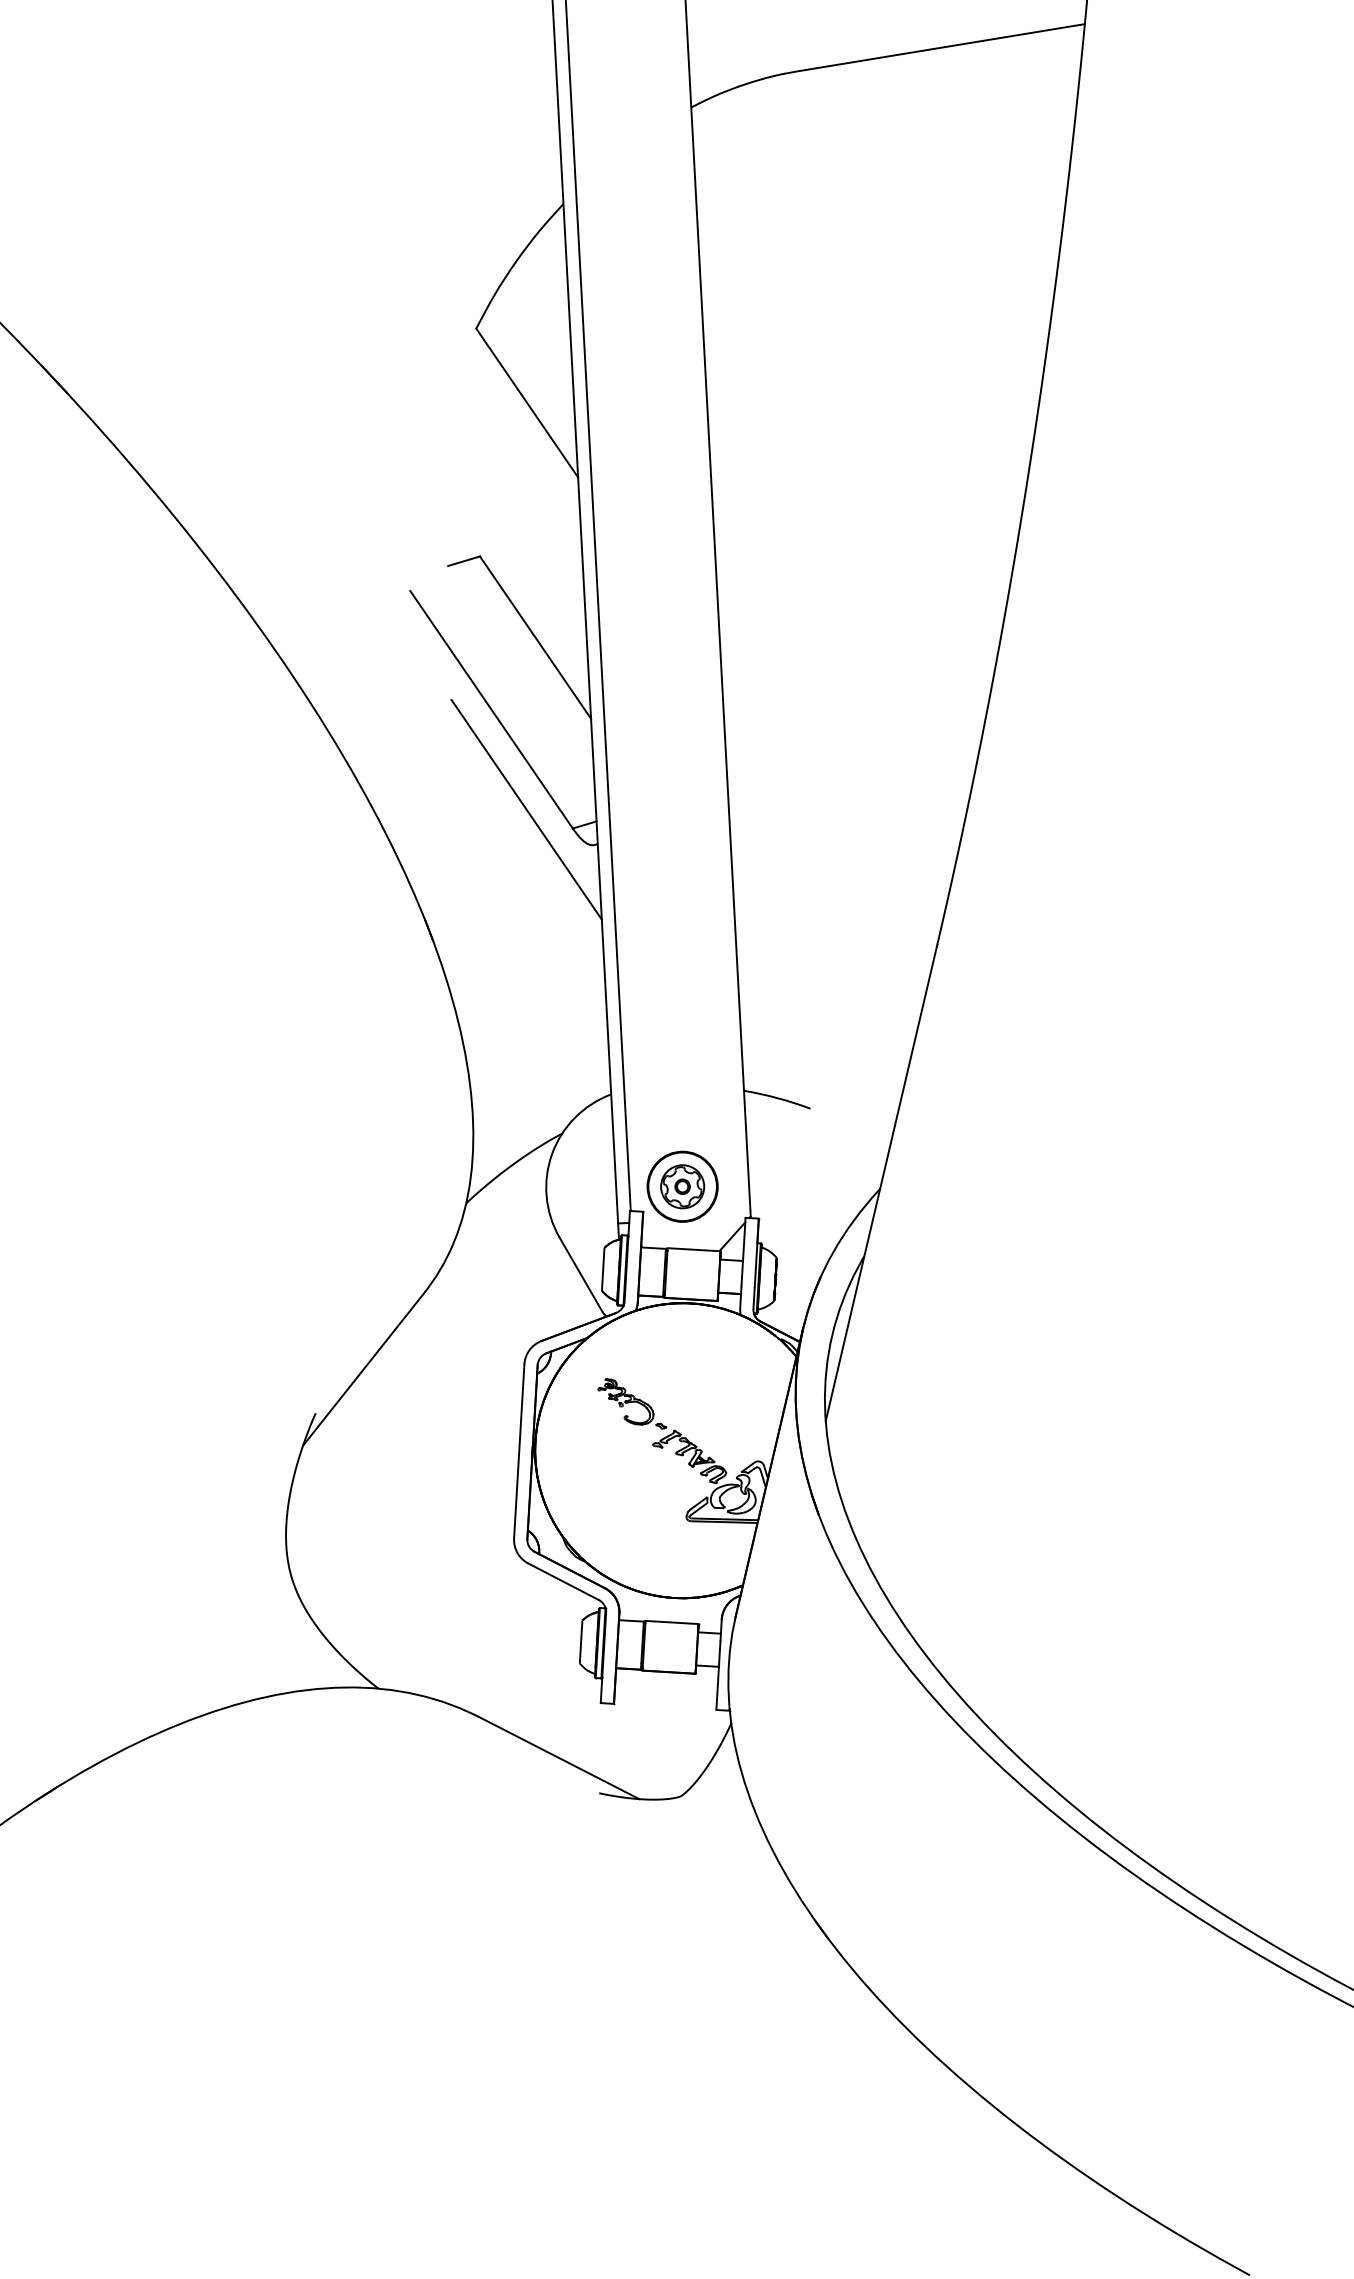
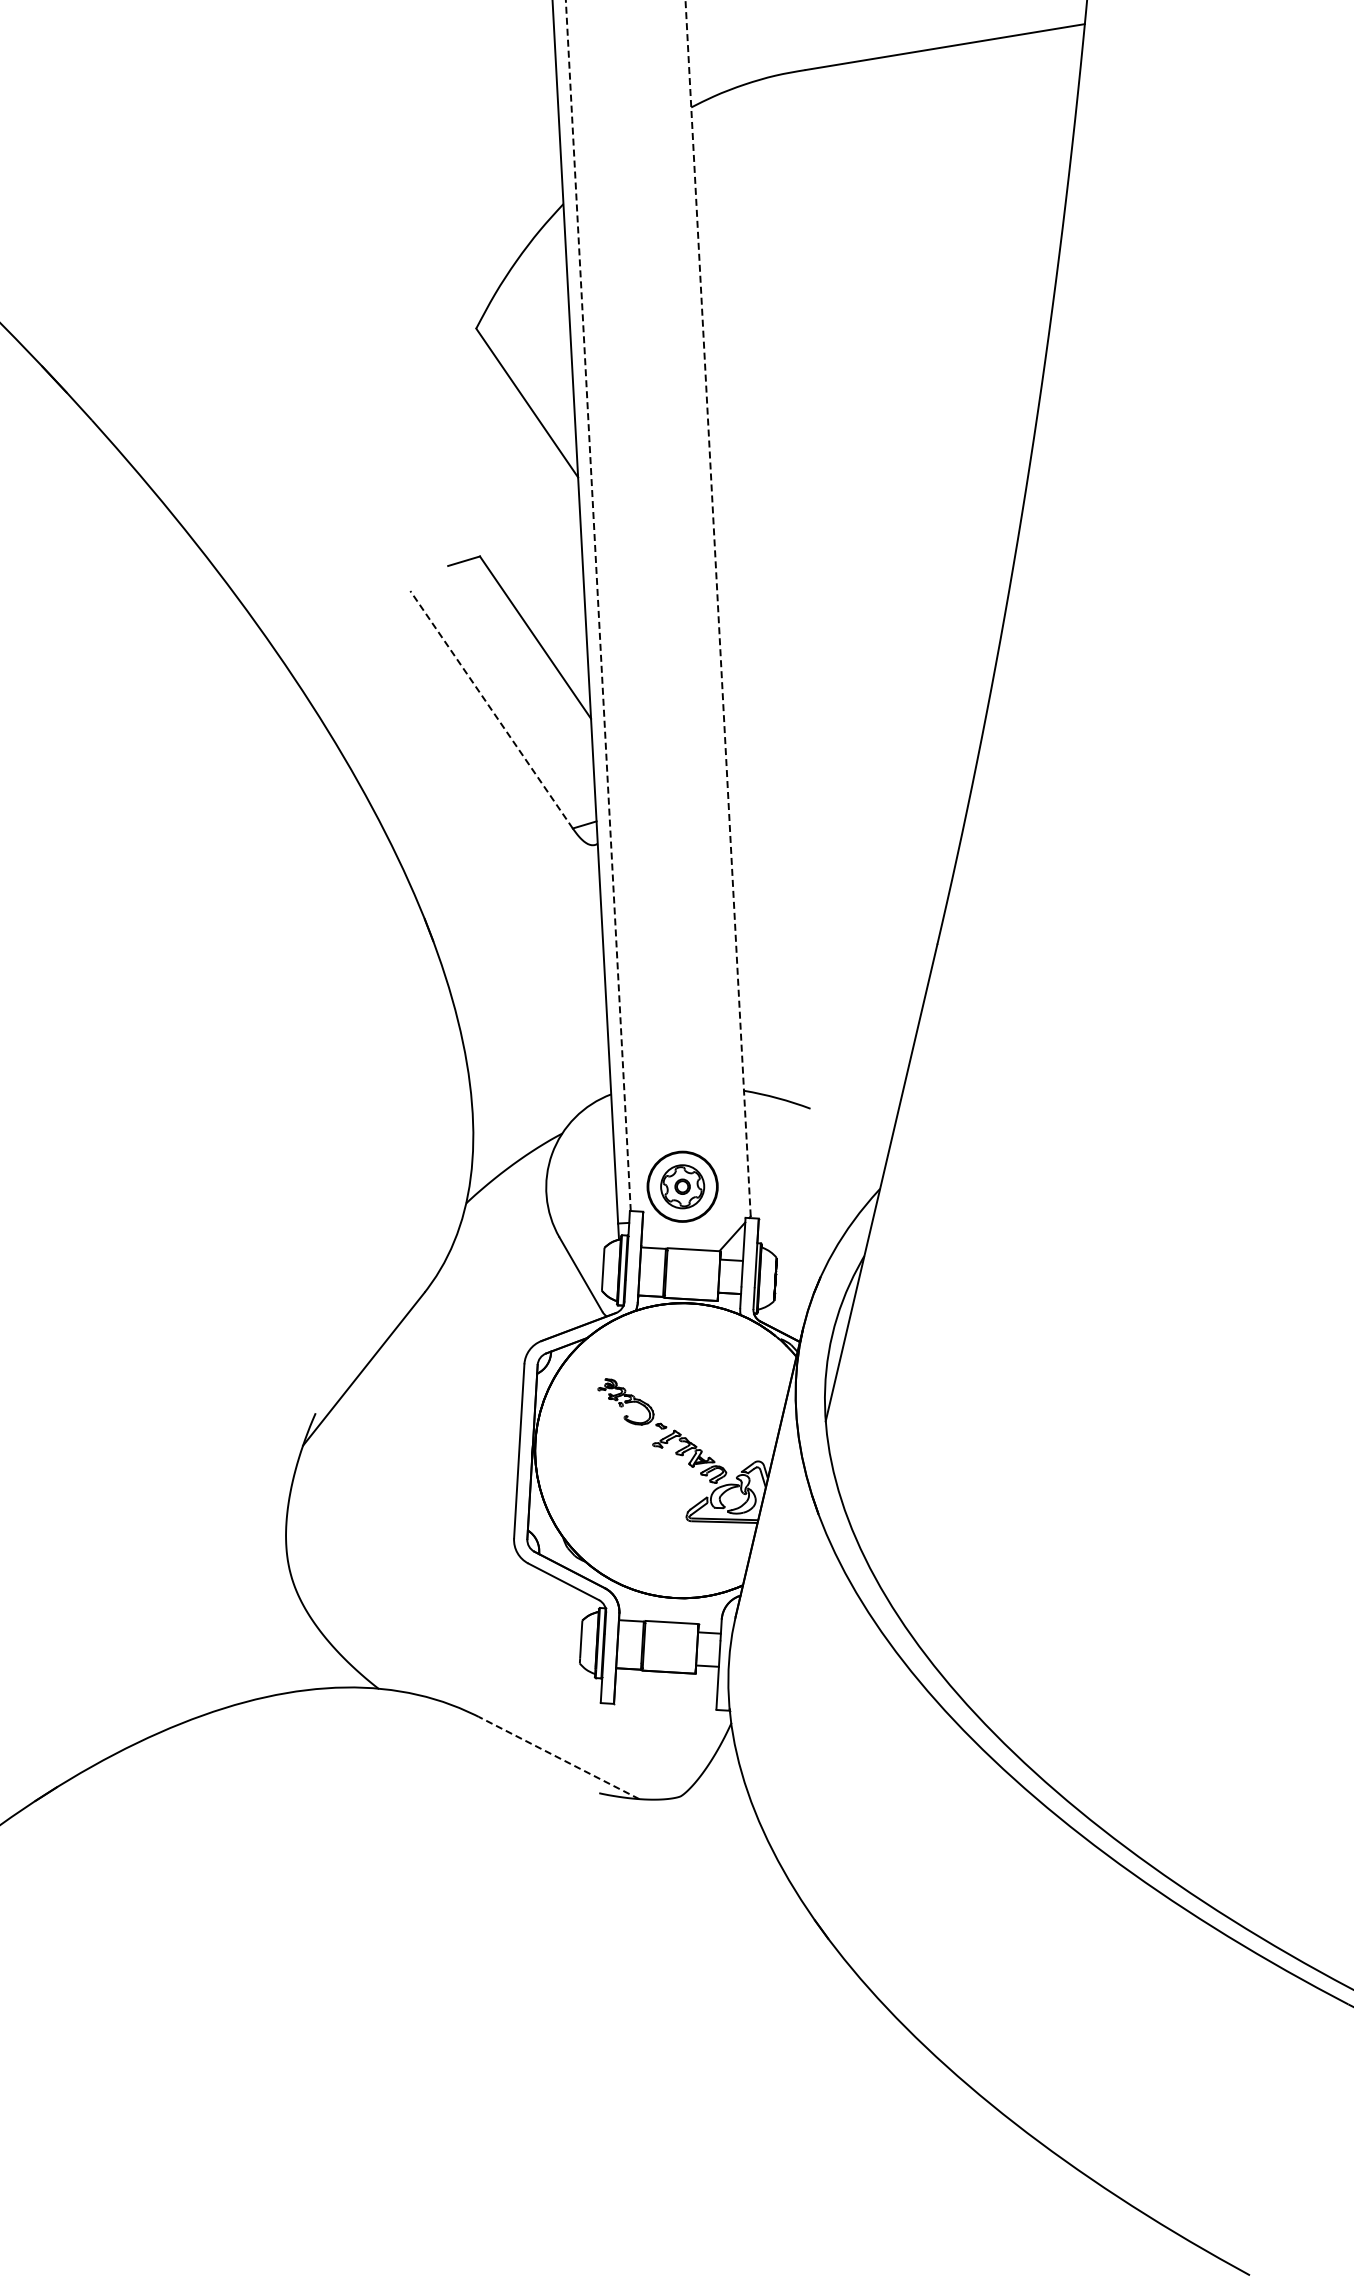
line at (598, 605): solid -> dashed
line at (718, 608): solid -> dashed
line at (491, 709): solid -> dashed
line at (526, 809): present -> none
line at (558, 1757): solid -> dashed
